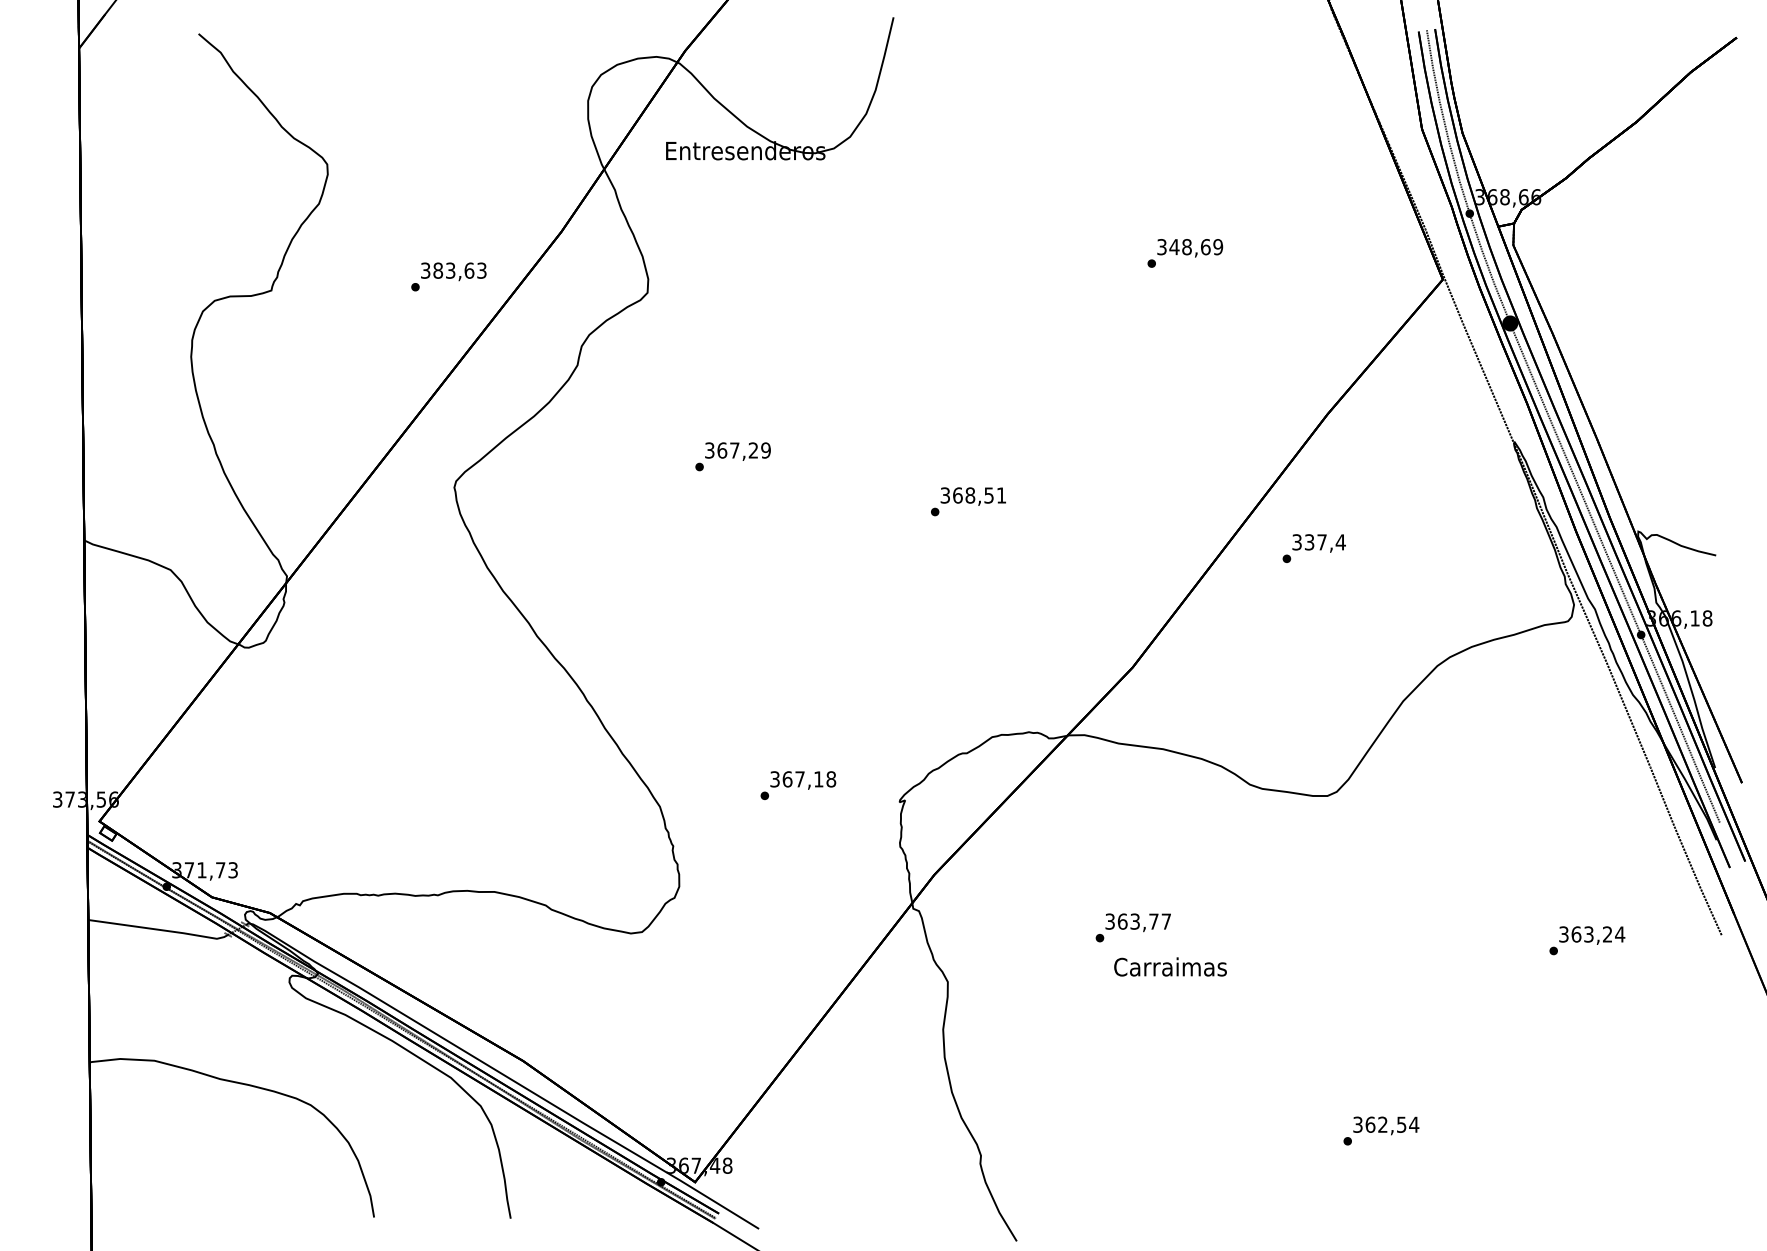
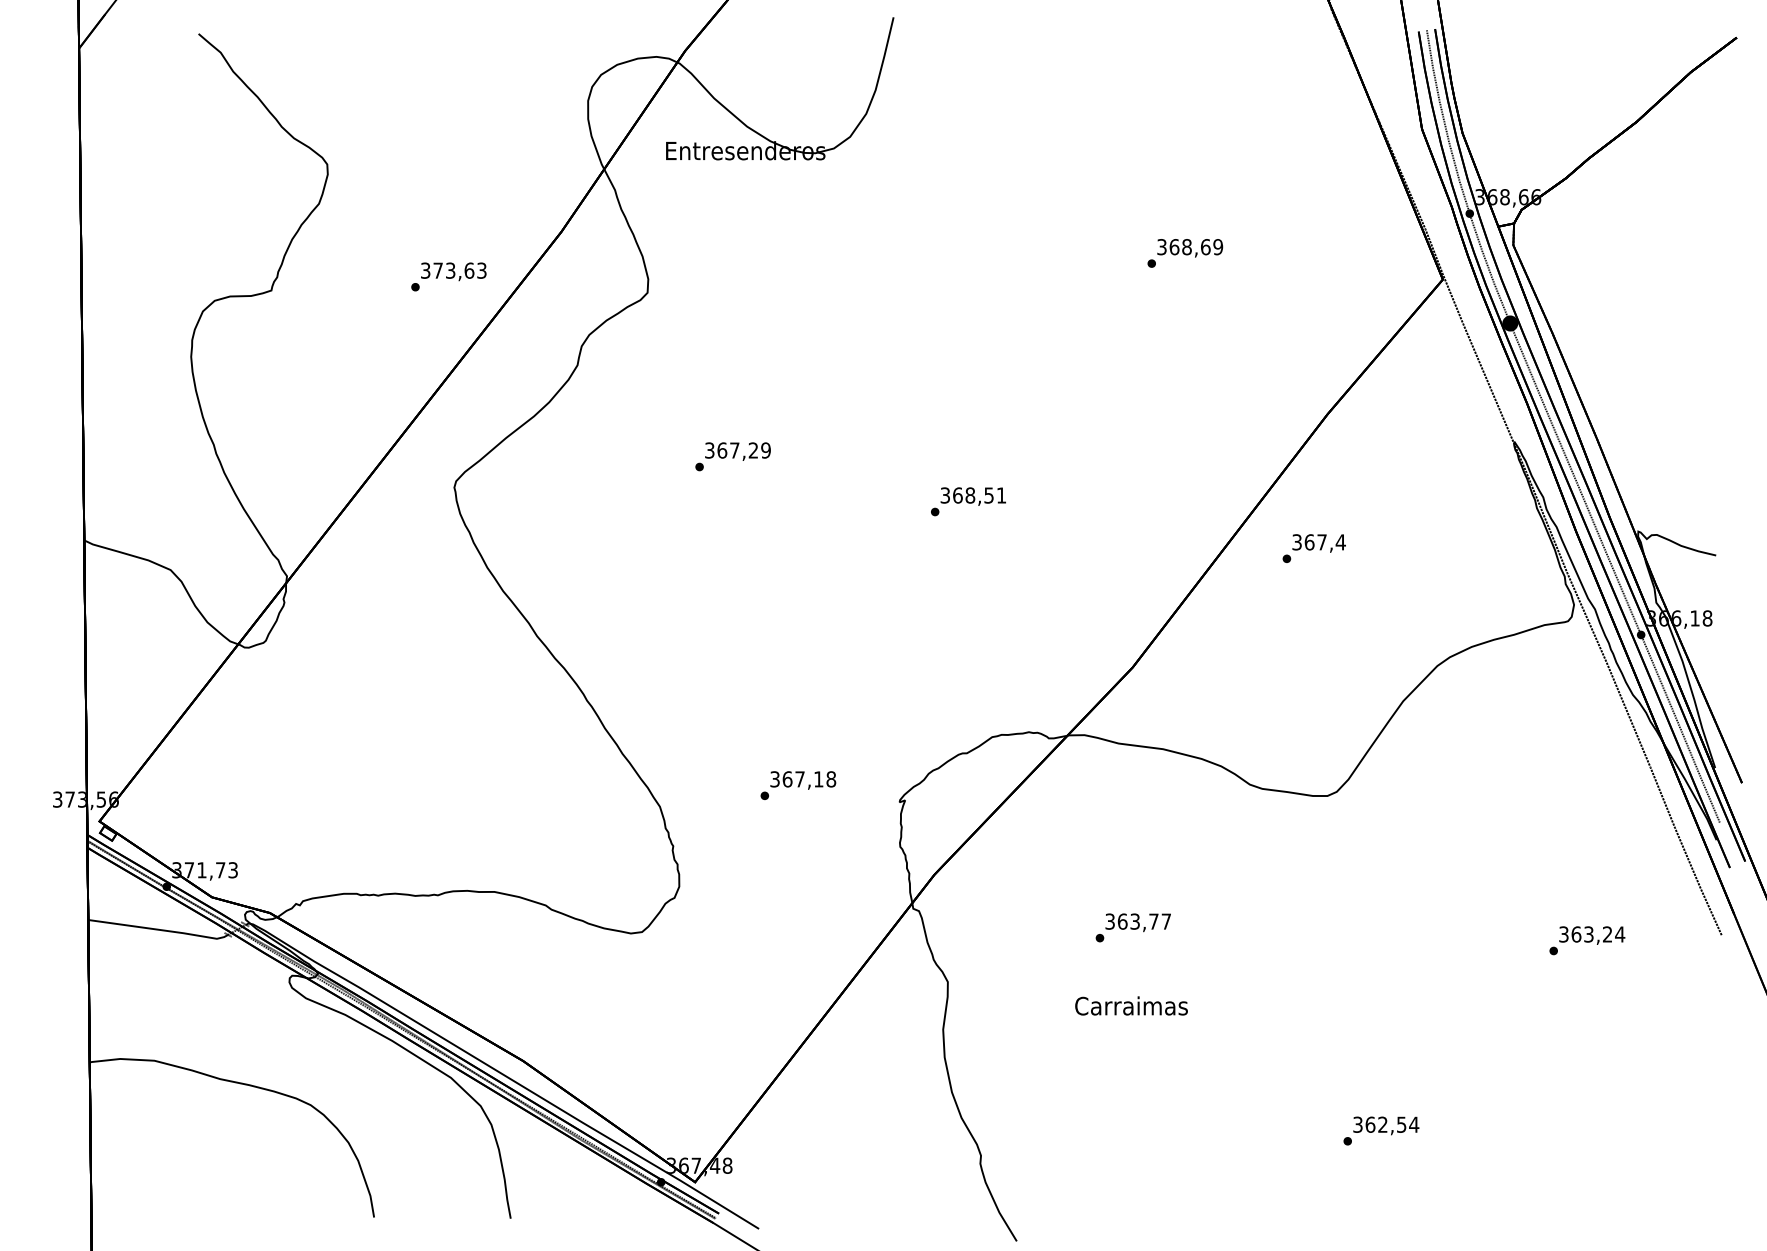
text at (1174, 247): 348,69 -> 368,69
text at (438, 270): 383,63 -> 373,63
text at (1309, 542): 337,4 -> 367,4
text at (1170, 966) position: (1170, 966) -> (1131, 1005)
